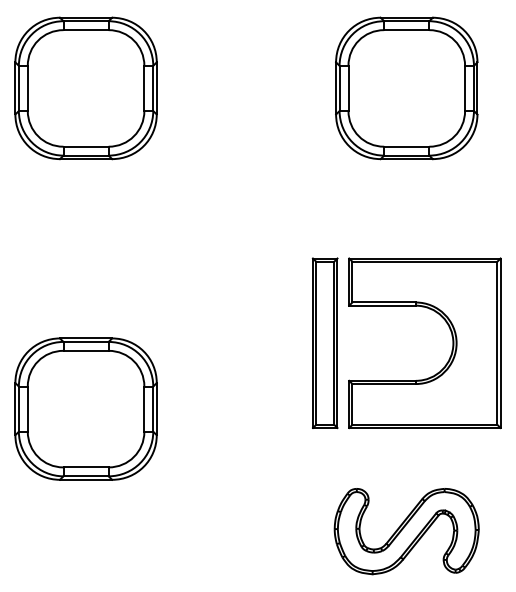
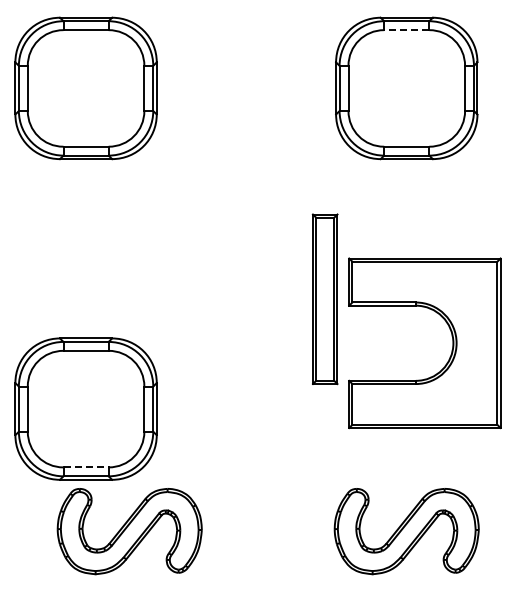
line at (406, 30): solid -> dashed
part at (324, 343) position: (324, 343) -> (324, 299)
line at (86, 467): solid -> dashed
part at (129, 531): none -> present
